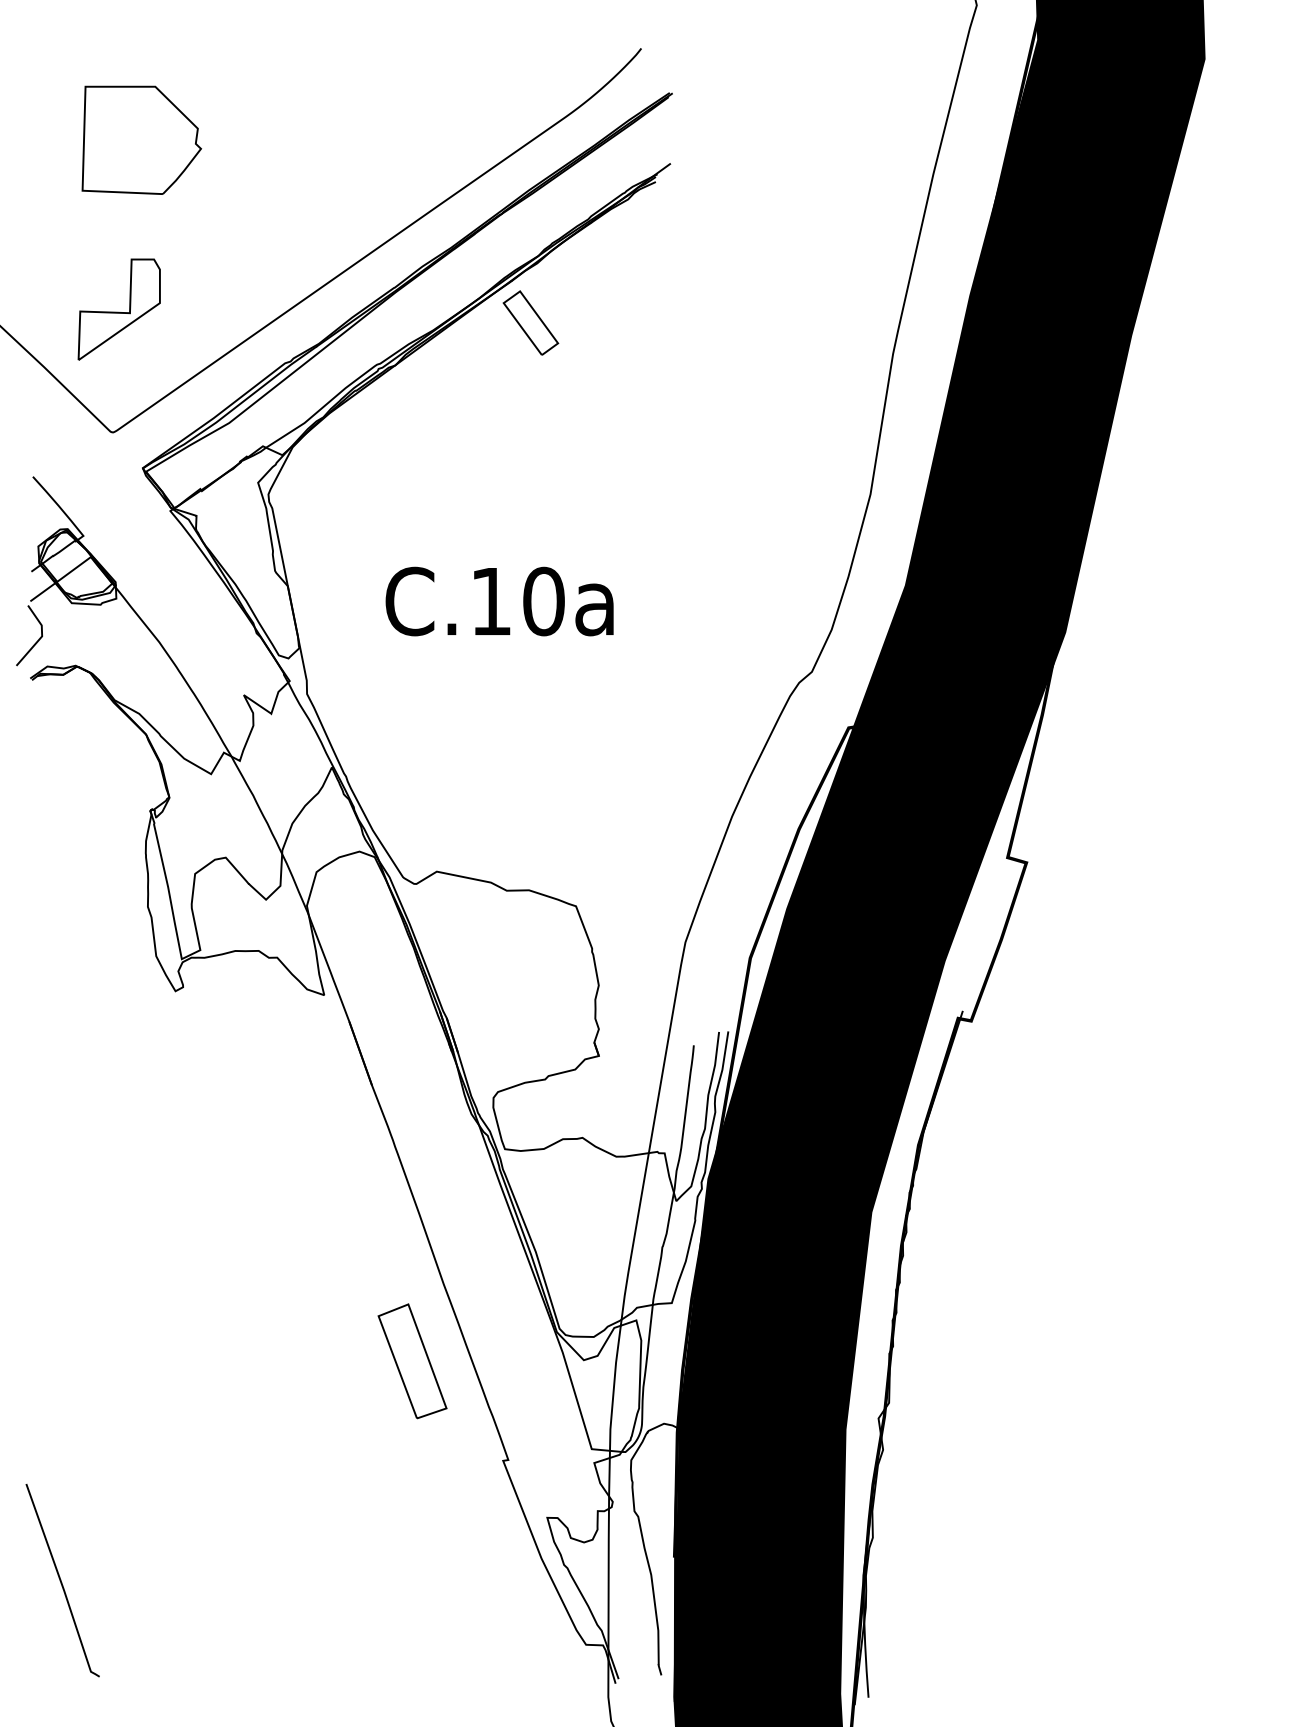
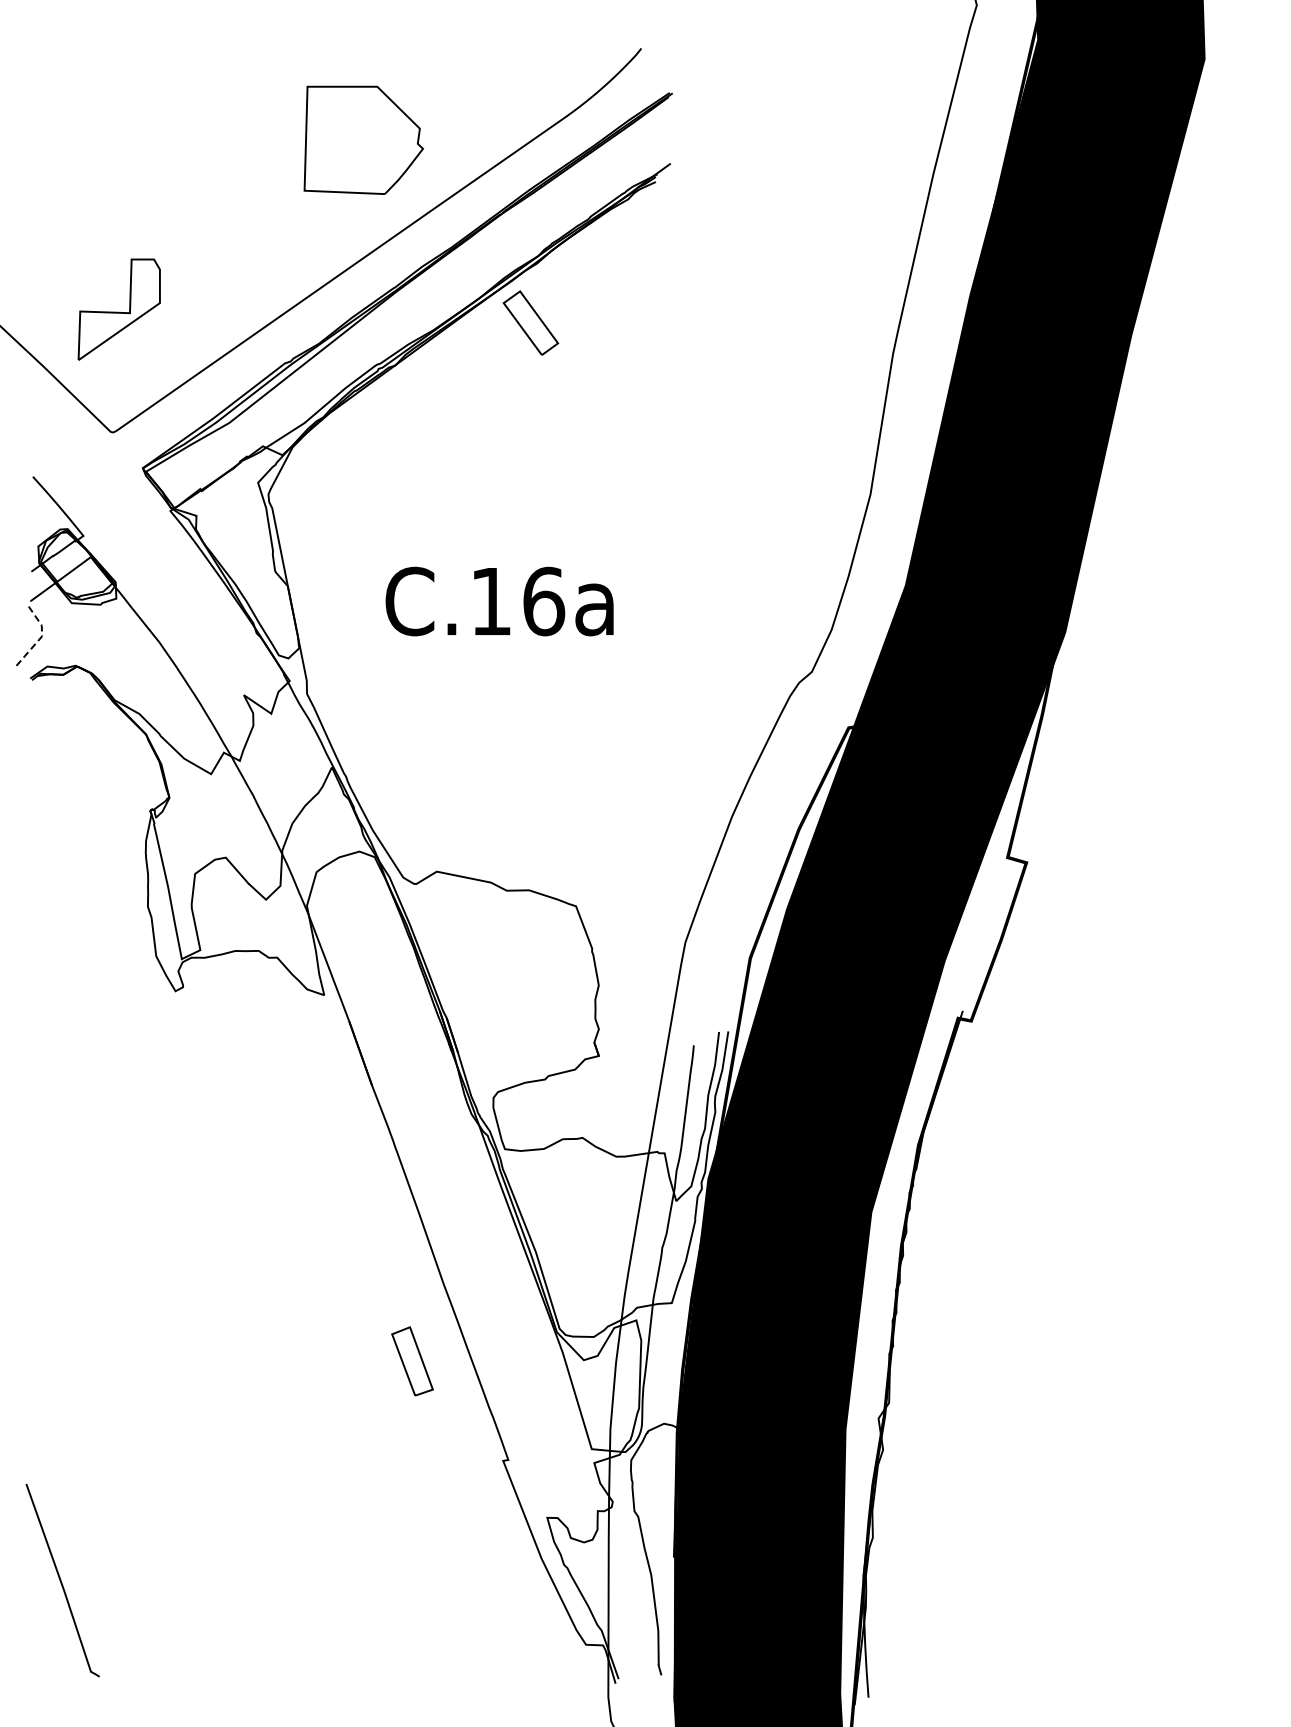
part at (141, 139) position: (141, 139) -> (363, 139)
text at (544, 601): C.10a -> C.16a
line at (41, 637): solid -> dashed
part at (412, 1361) size: 71x117 px -> 43x71 px
